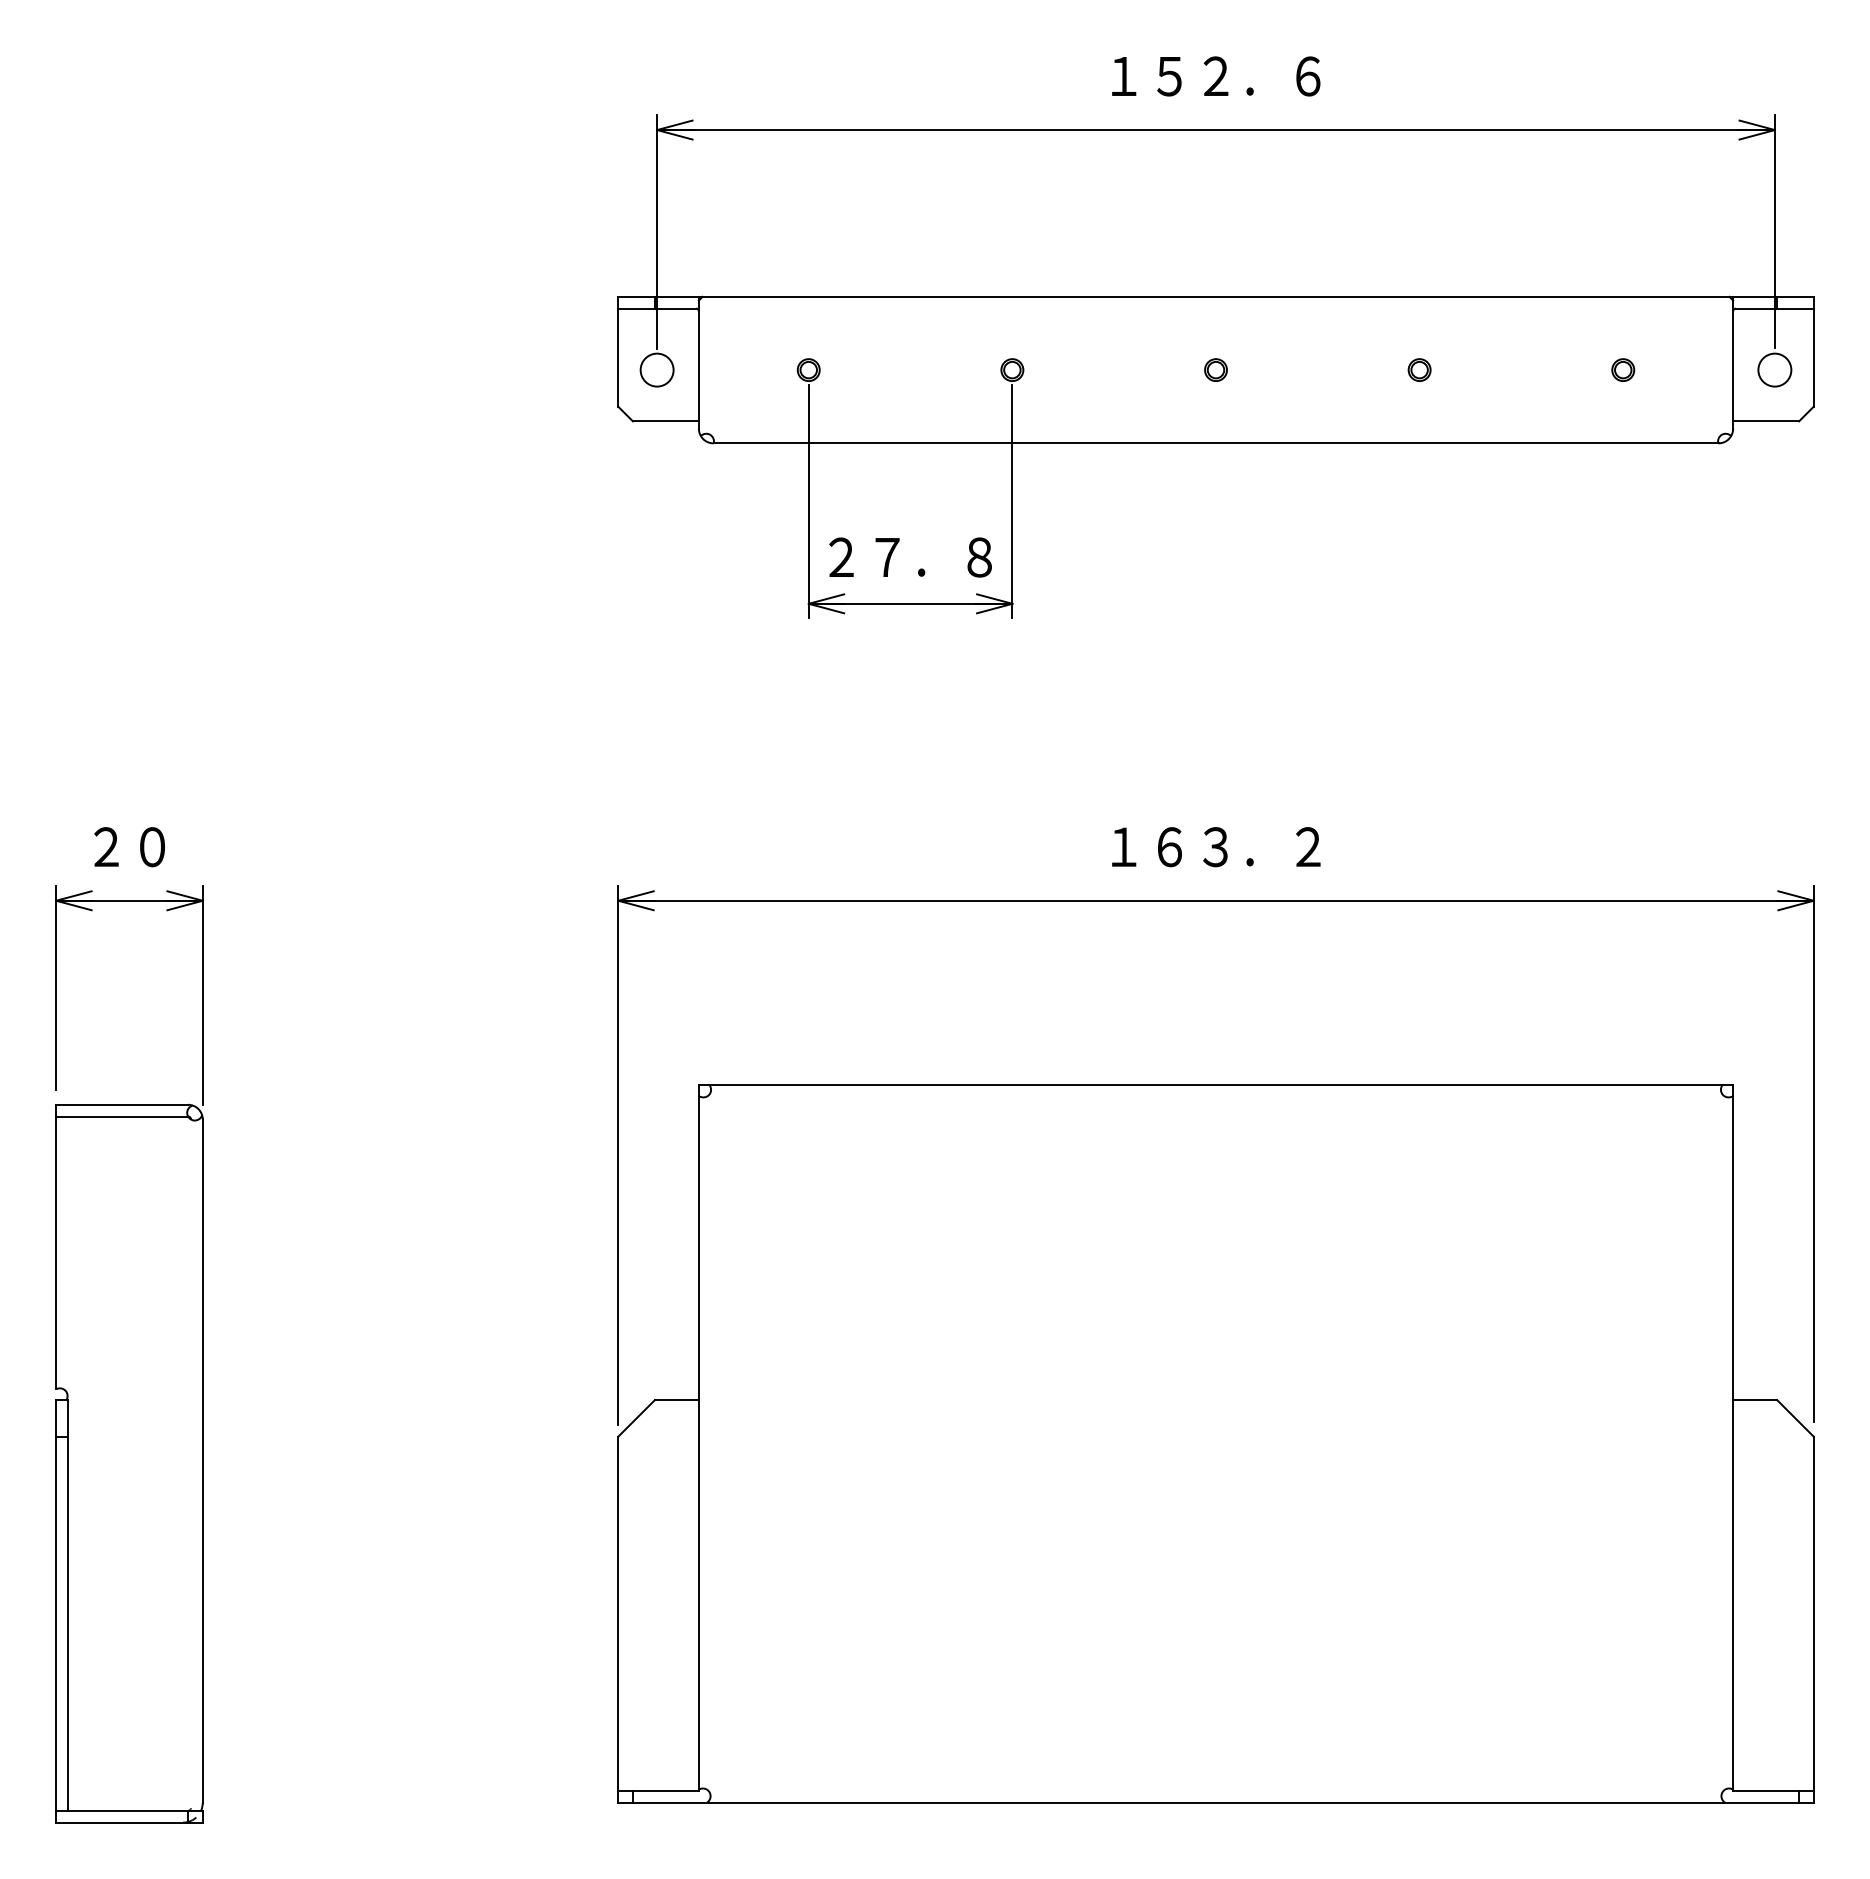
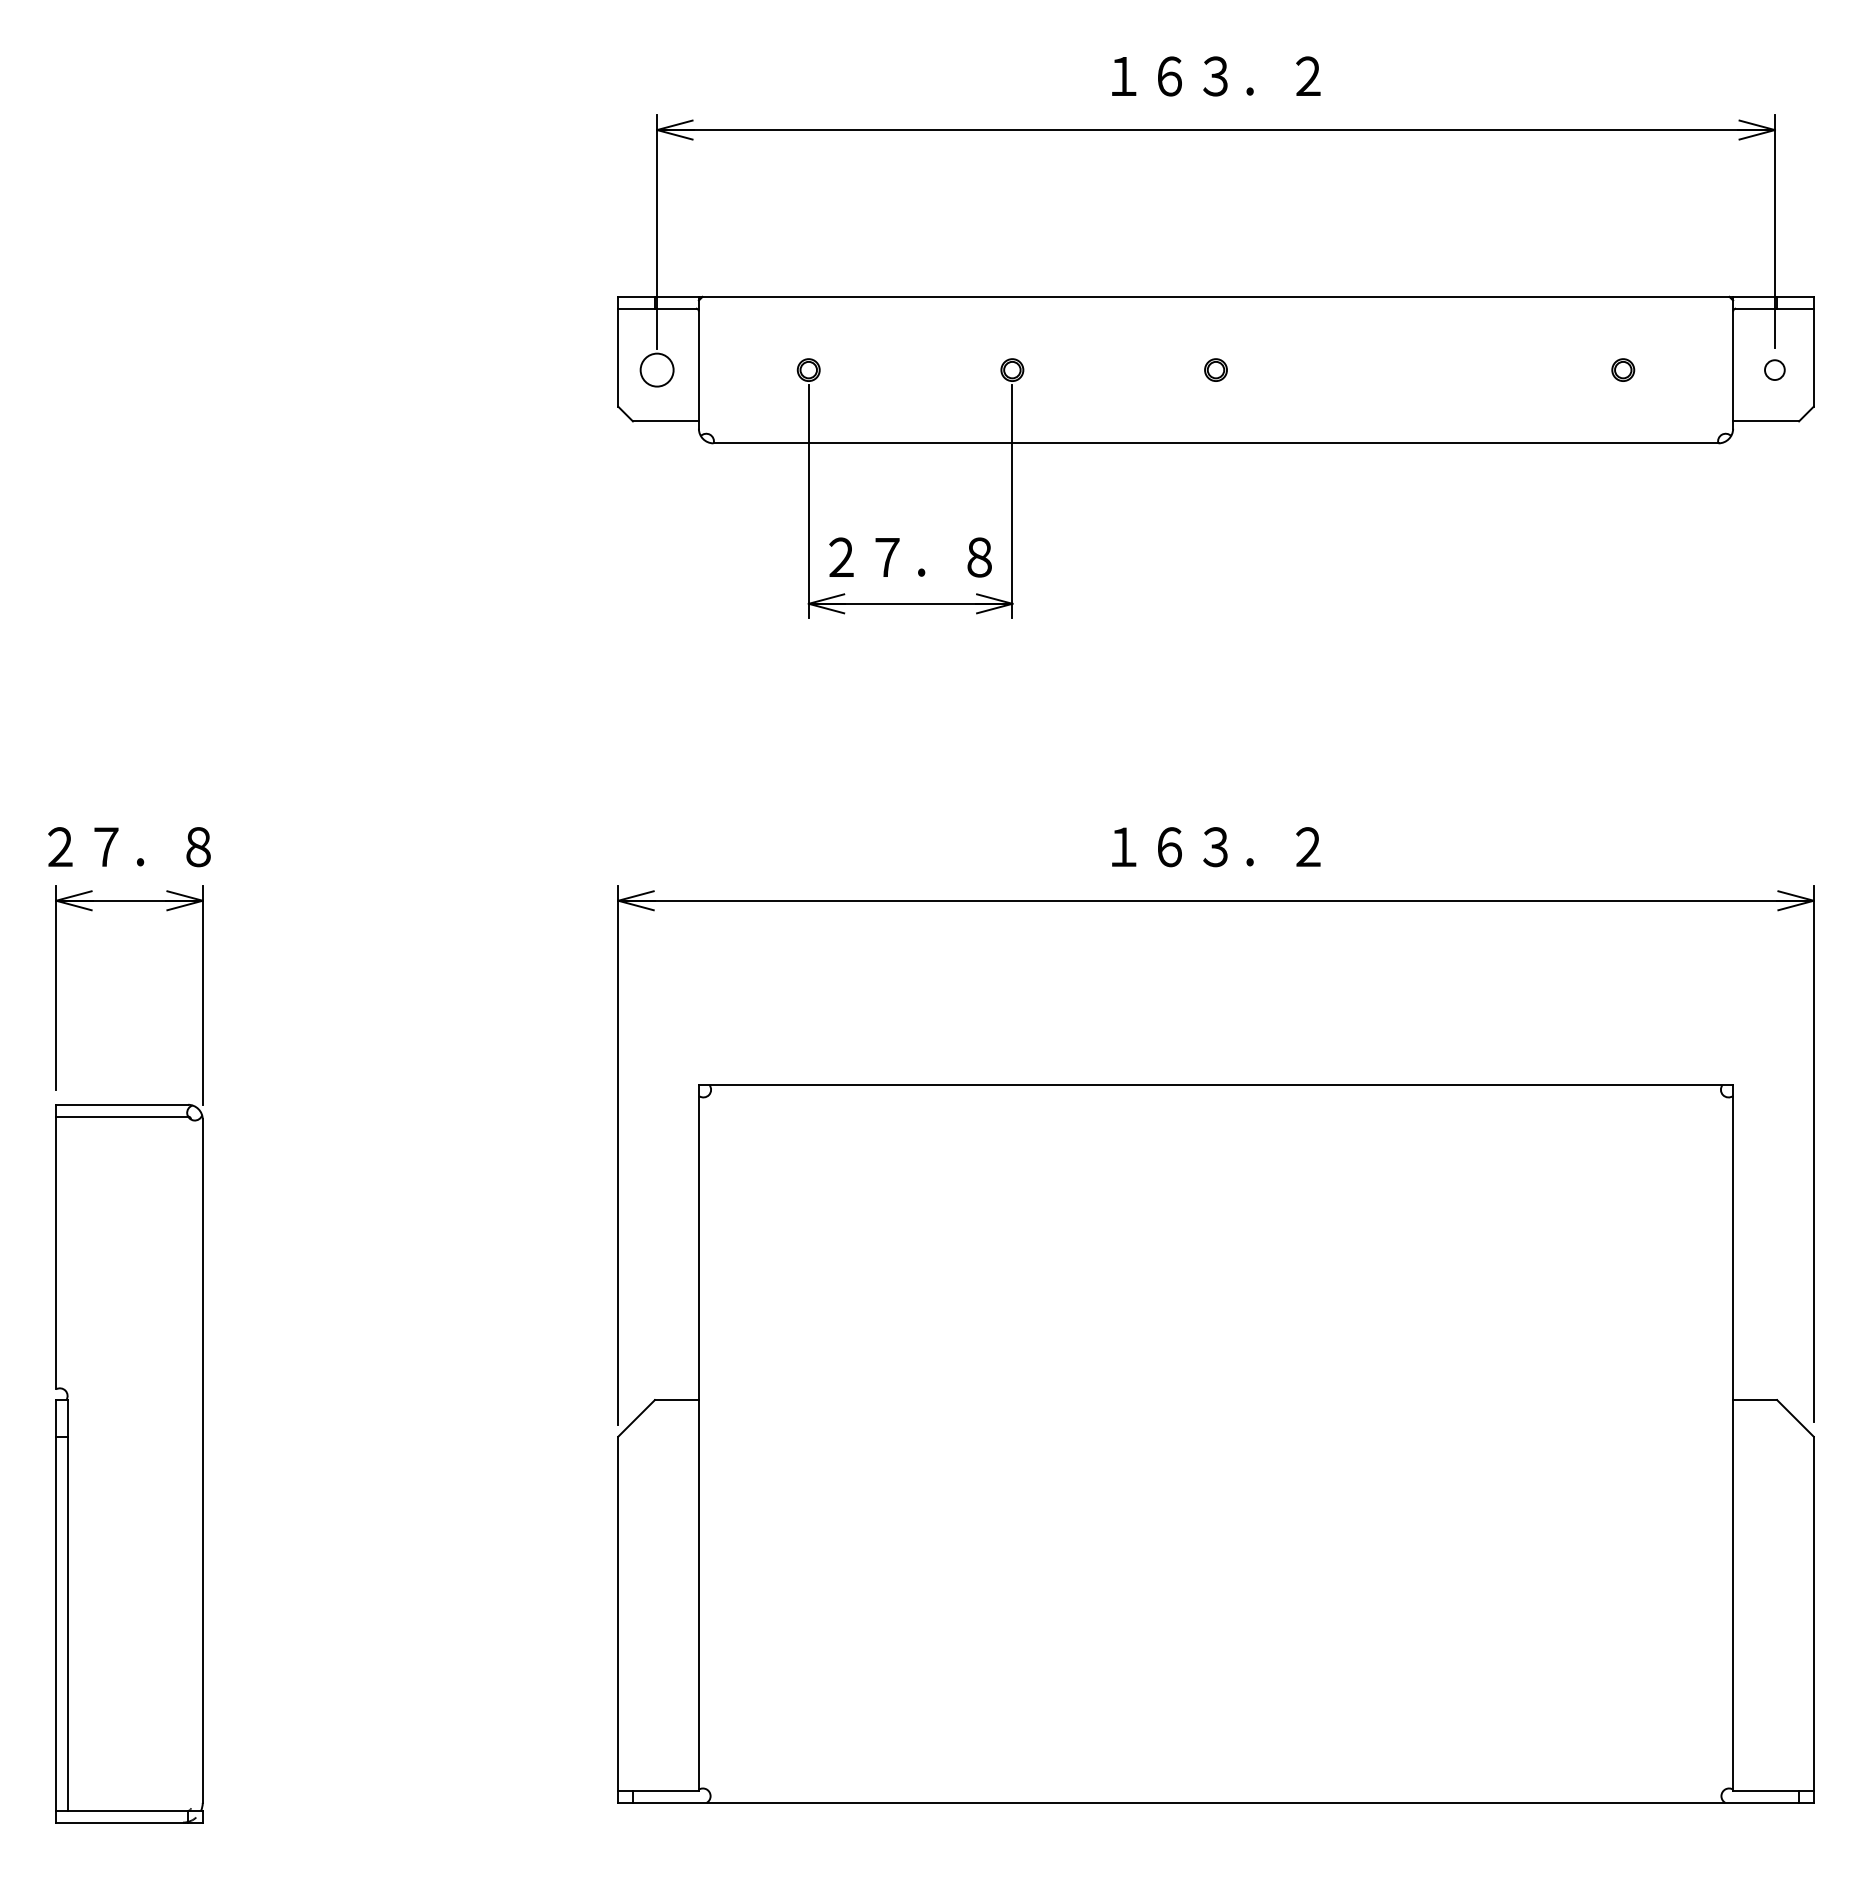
text at (1238, 76): １５２．６ -> １６３．２
part at (1419, 369): present -> none
circle at (1774, 369) diameter: 33 px -> 20 px
text at (129, 847): ２０ -> ２７．８
